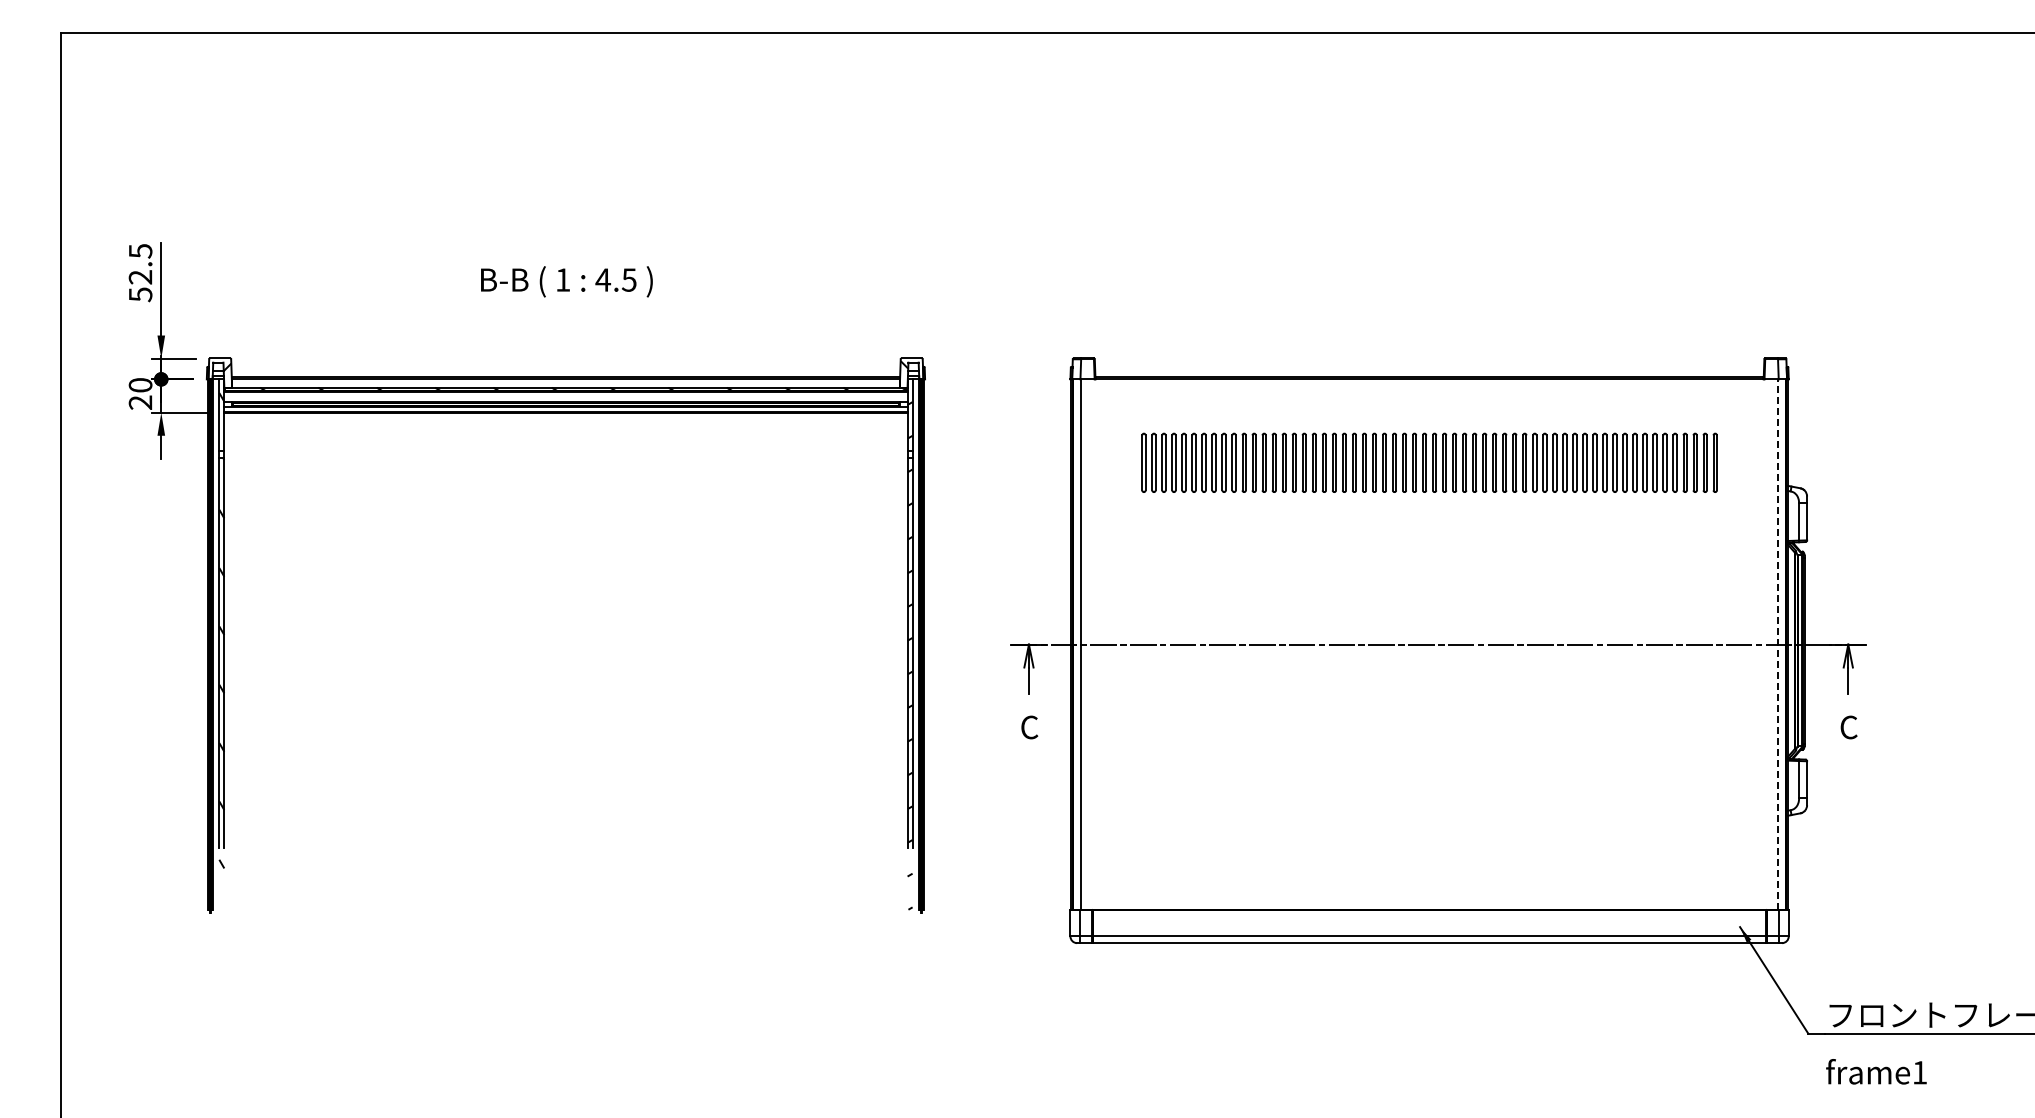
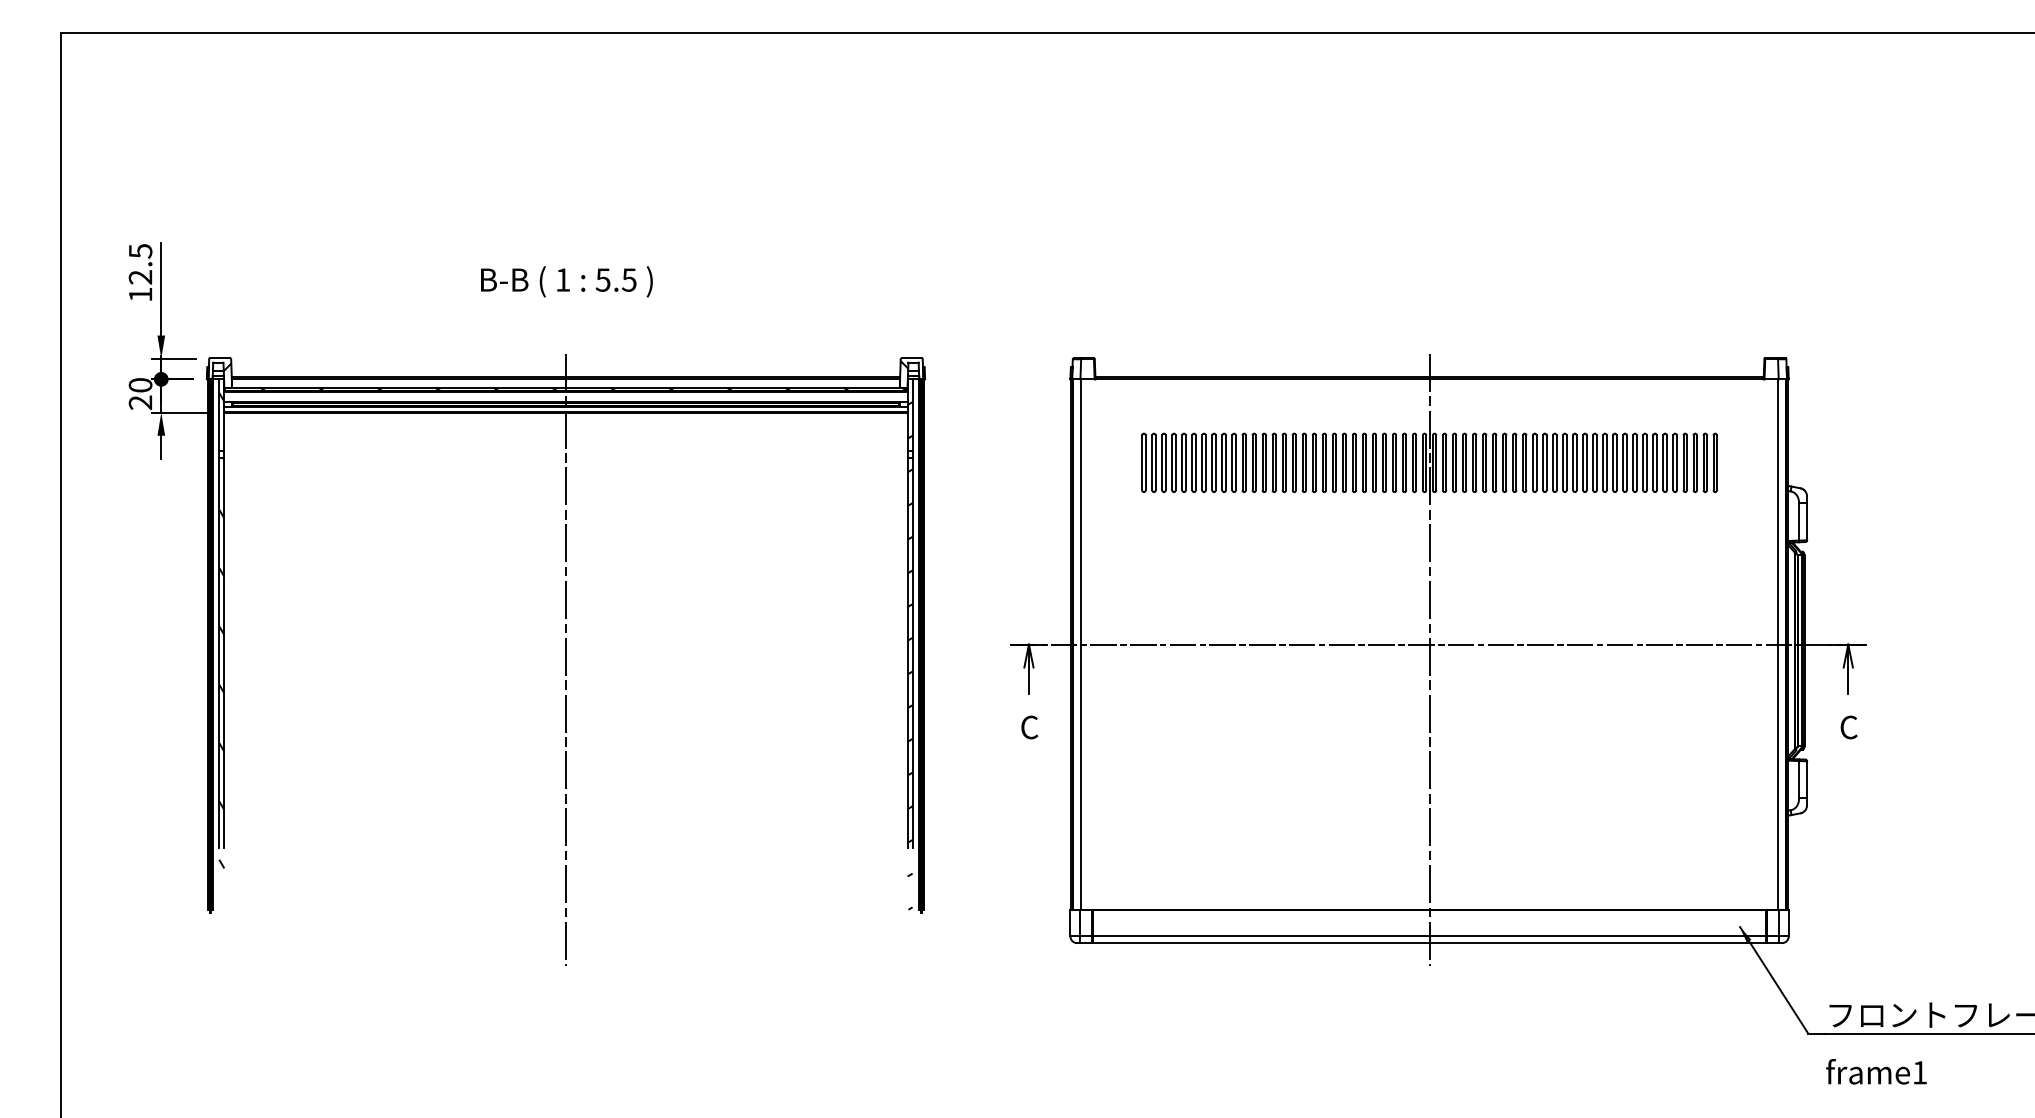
text at (603, 279): 4.5 -> 5.5
text at (140, 294): 52.5 -> 12.5
line at (1778, 644): dashed -> solid
line at (565, 659): none -> present
line at (1429, 659): none -> present
